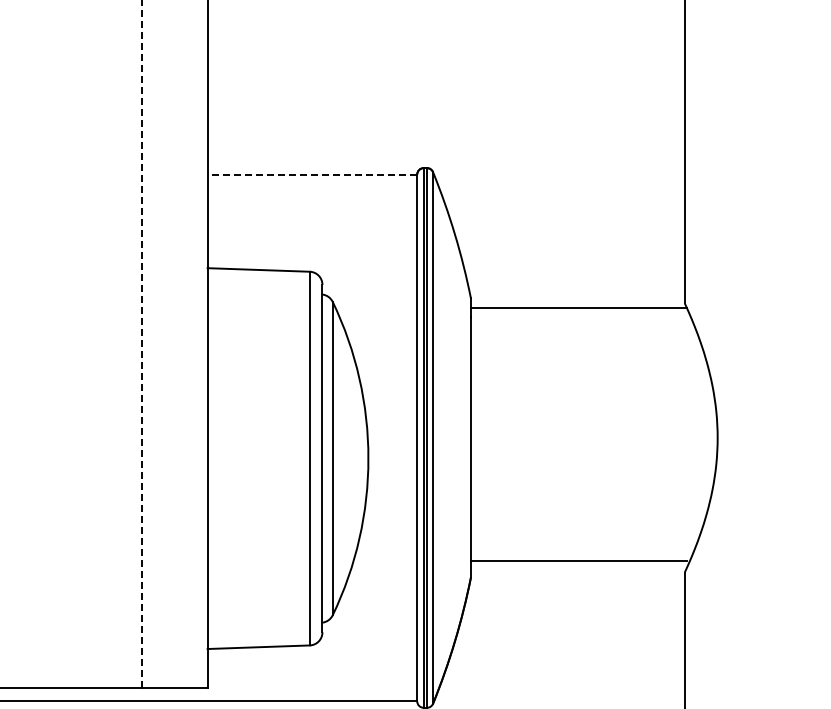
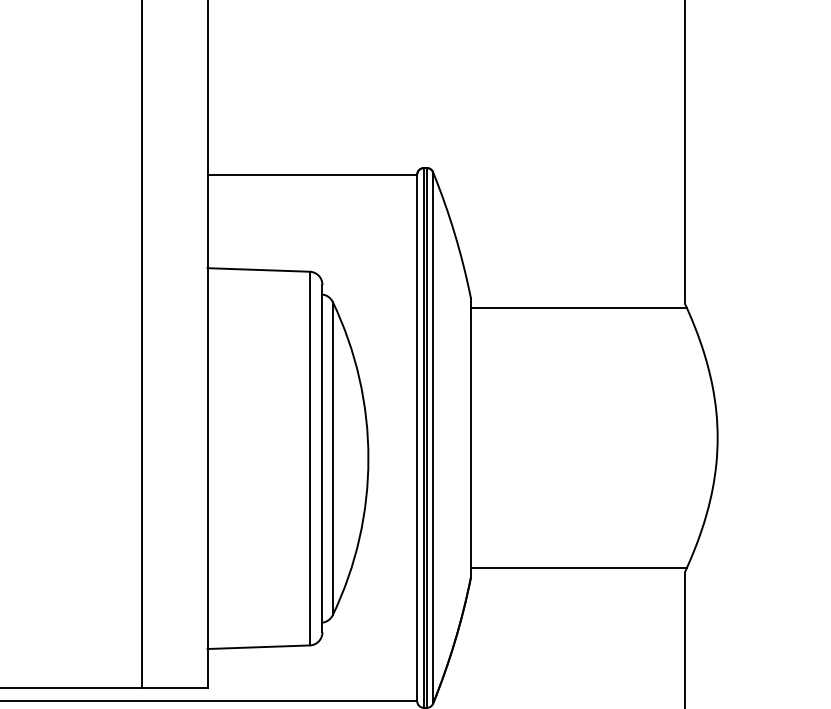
line at (312, 175): dashed -> solid
line at (141, 344): dashed -> solid
line at (578, 560) position: (578, 560) -> (578, 567)
